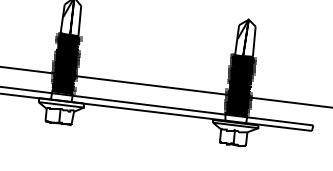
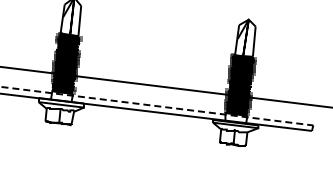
line at (156, 106): solid -> dashed
